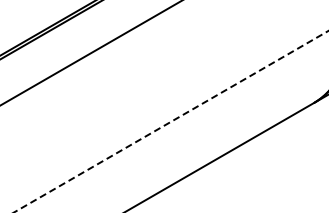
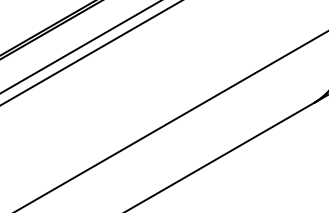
line at (80, 47): none -> present
line at (171, 121): dashed -> solid
